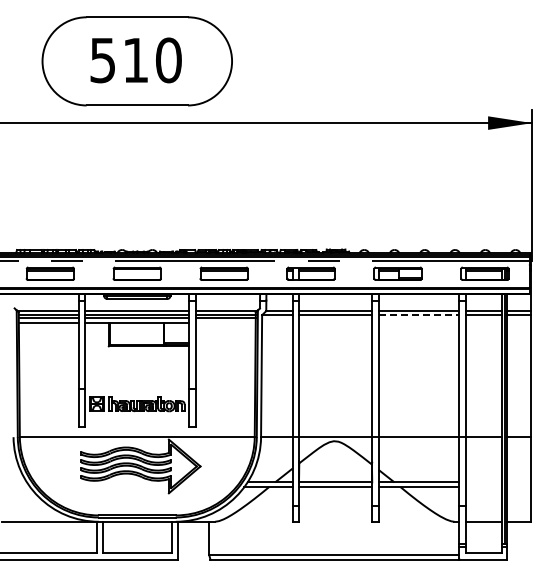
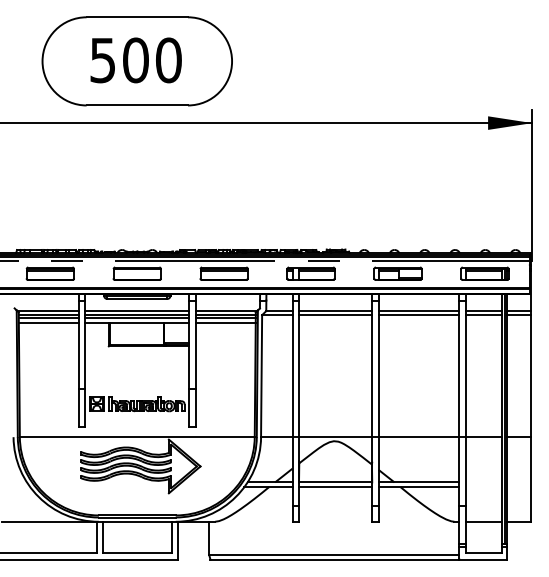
text at (135, 60): 510 -> 500
line at (419, 315): dashed -> solid
line at (225, 322): none -> present
